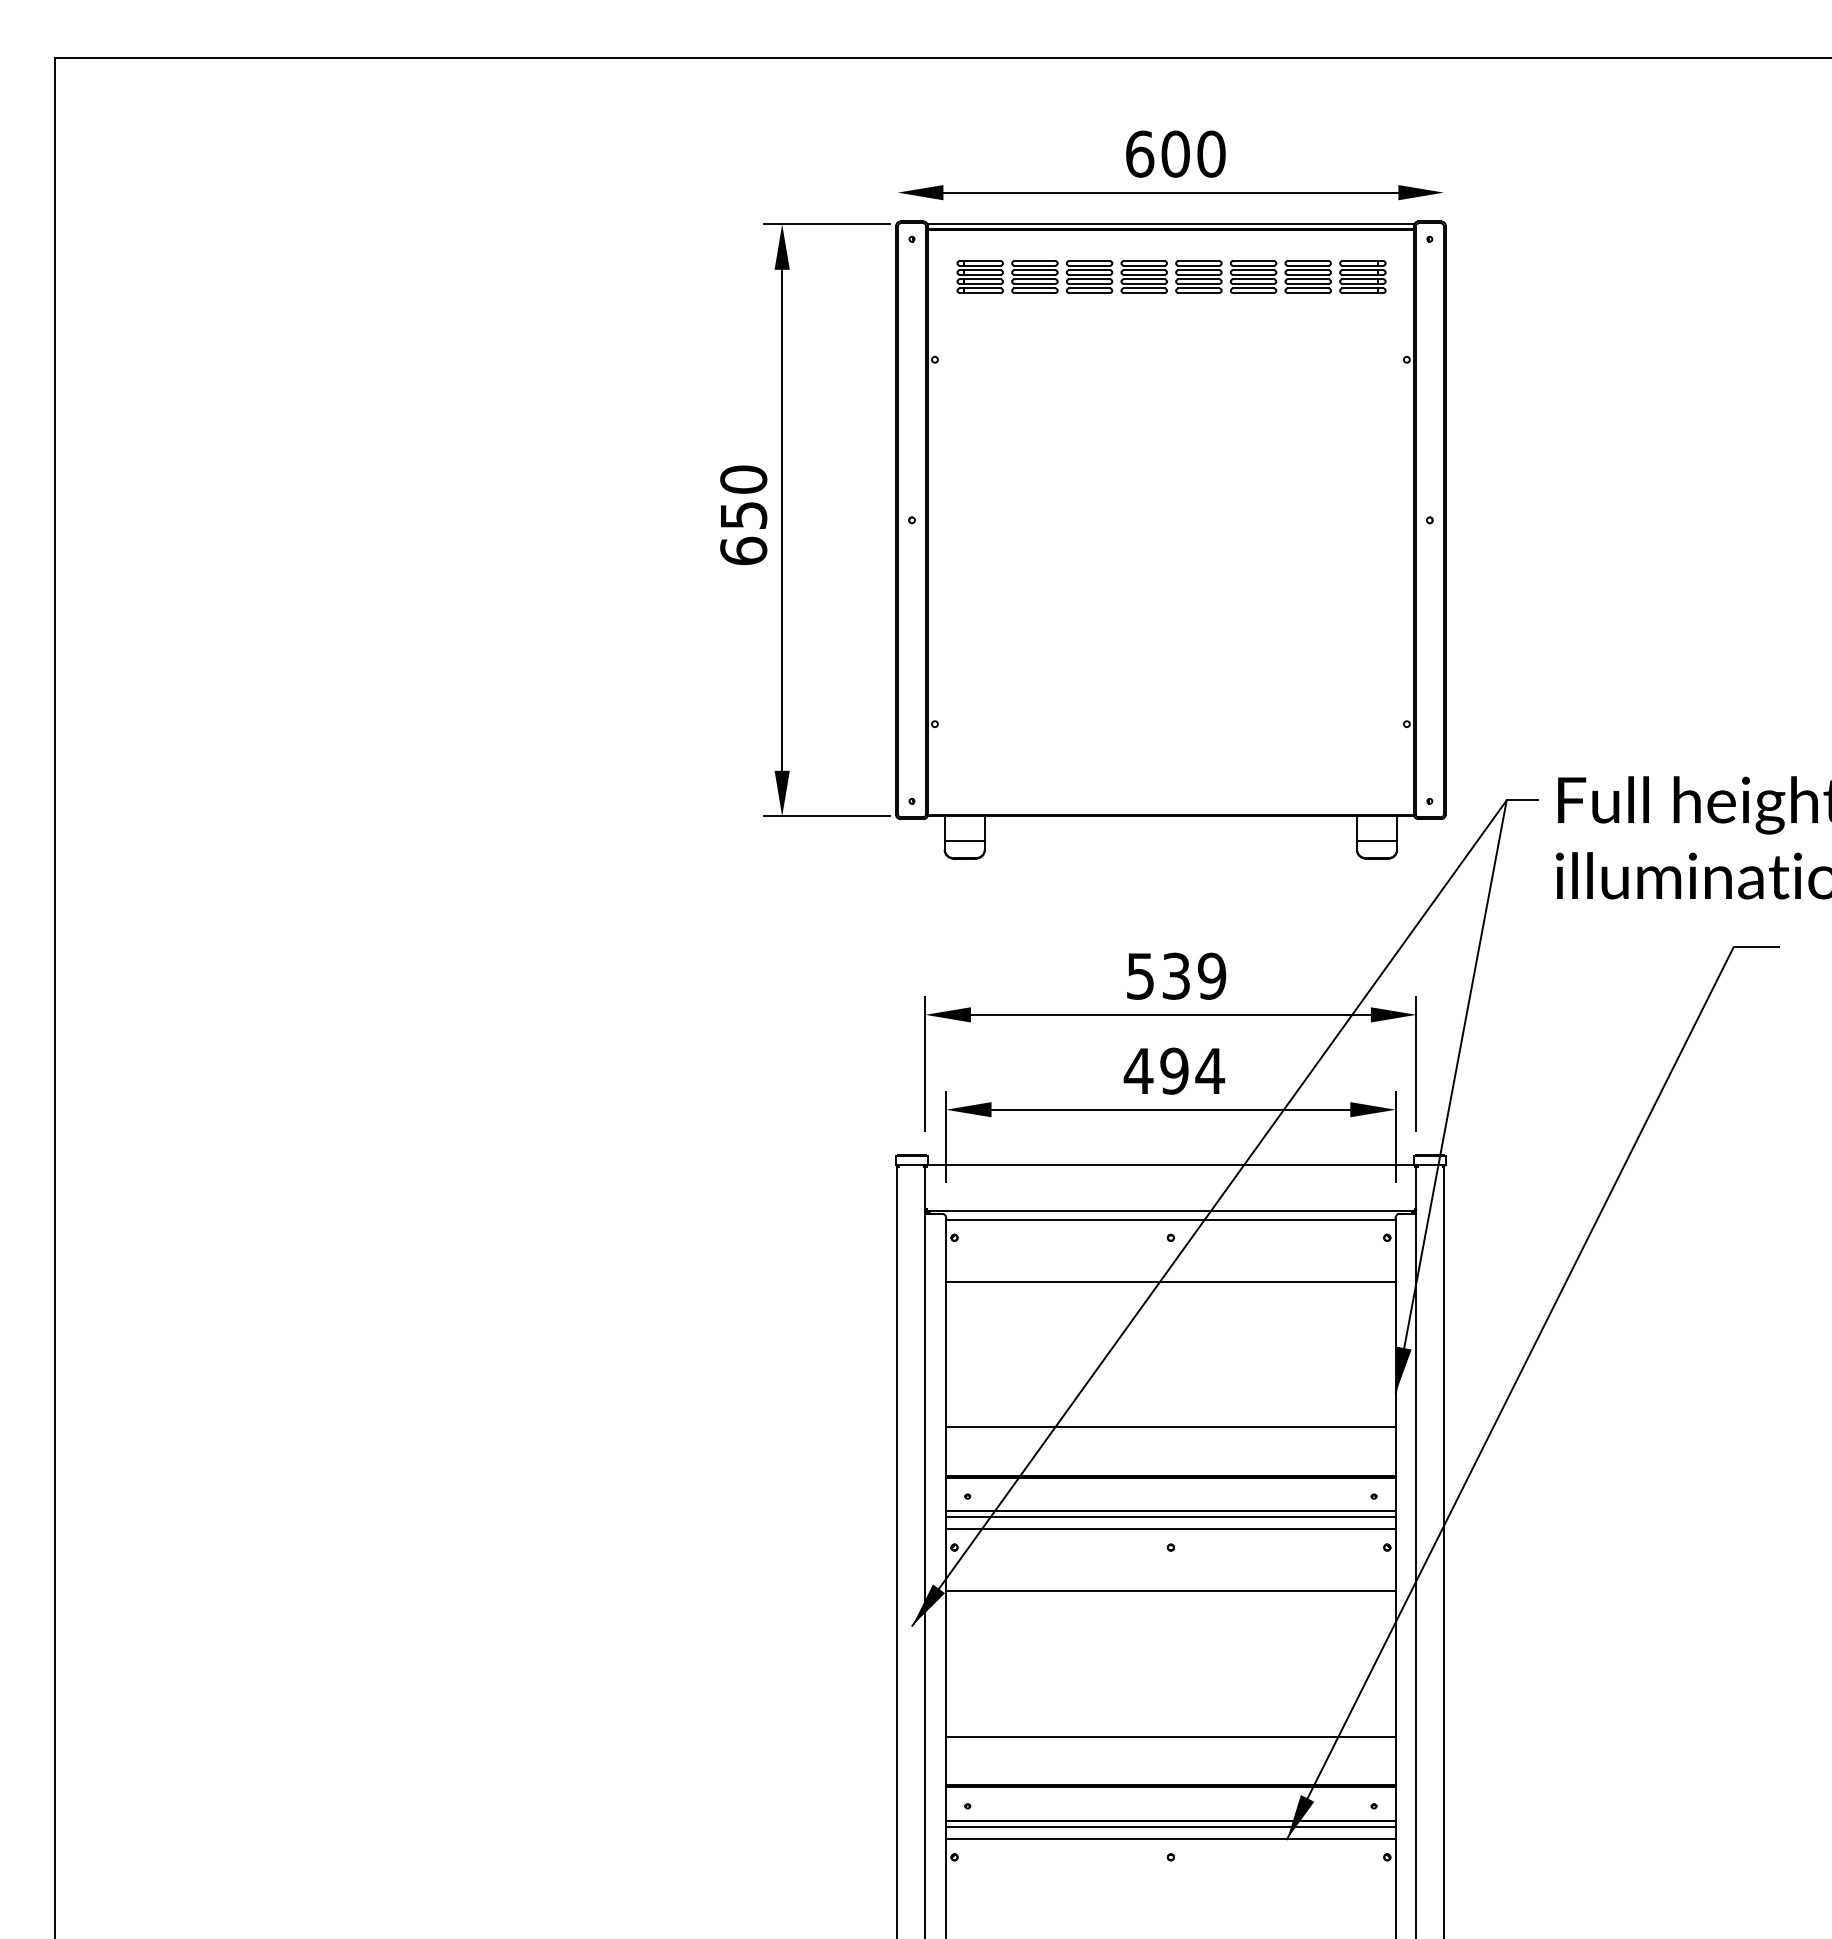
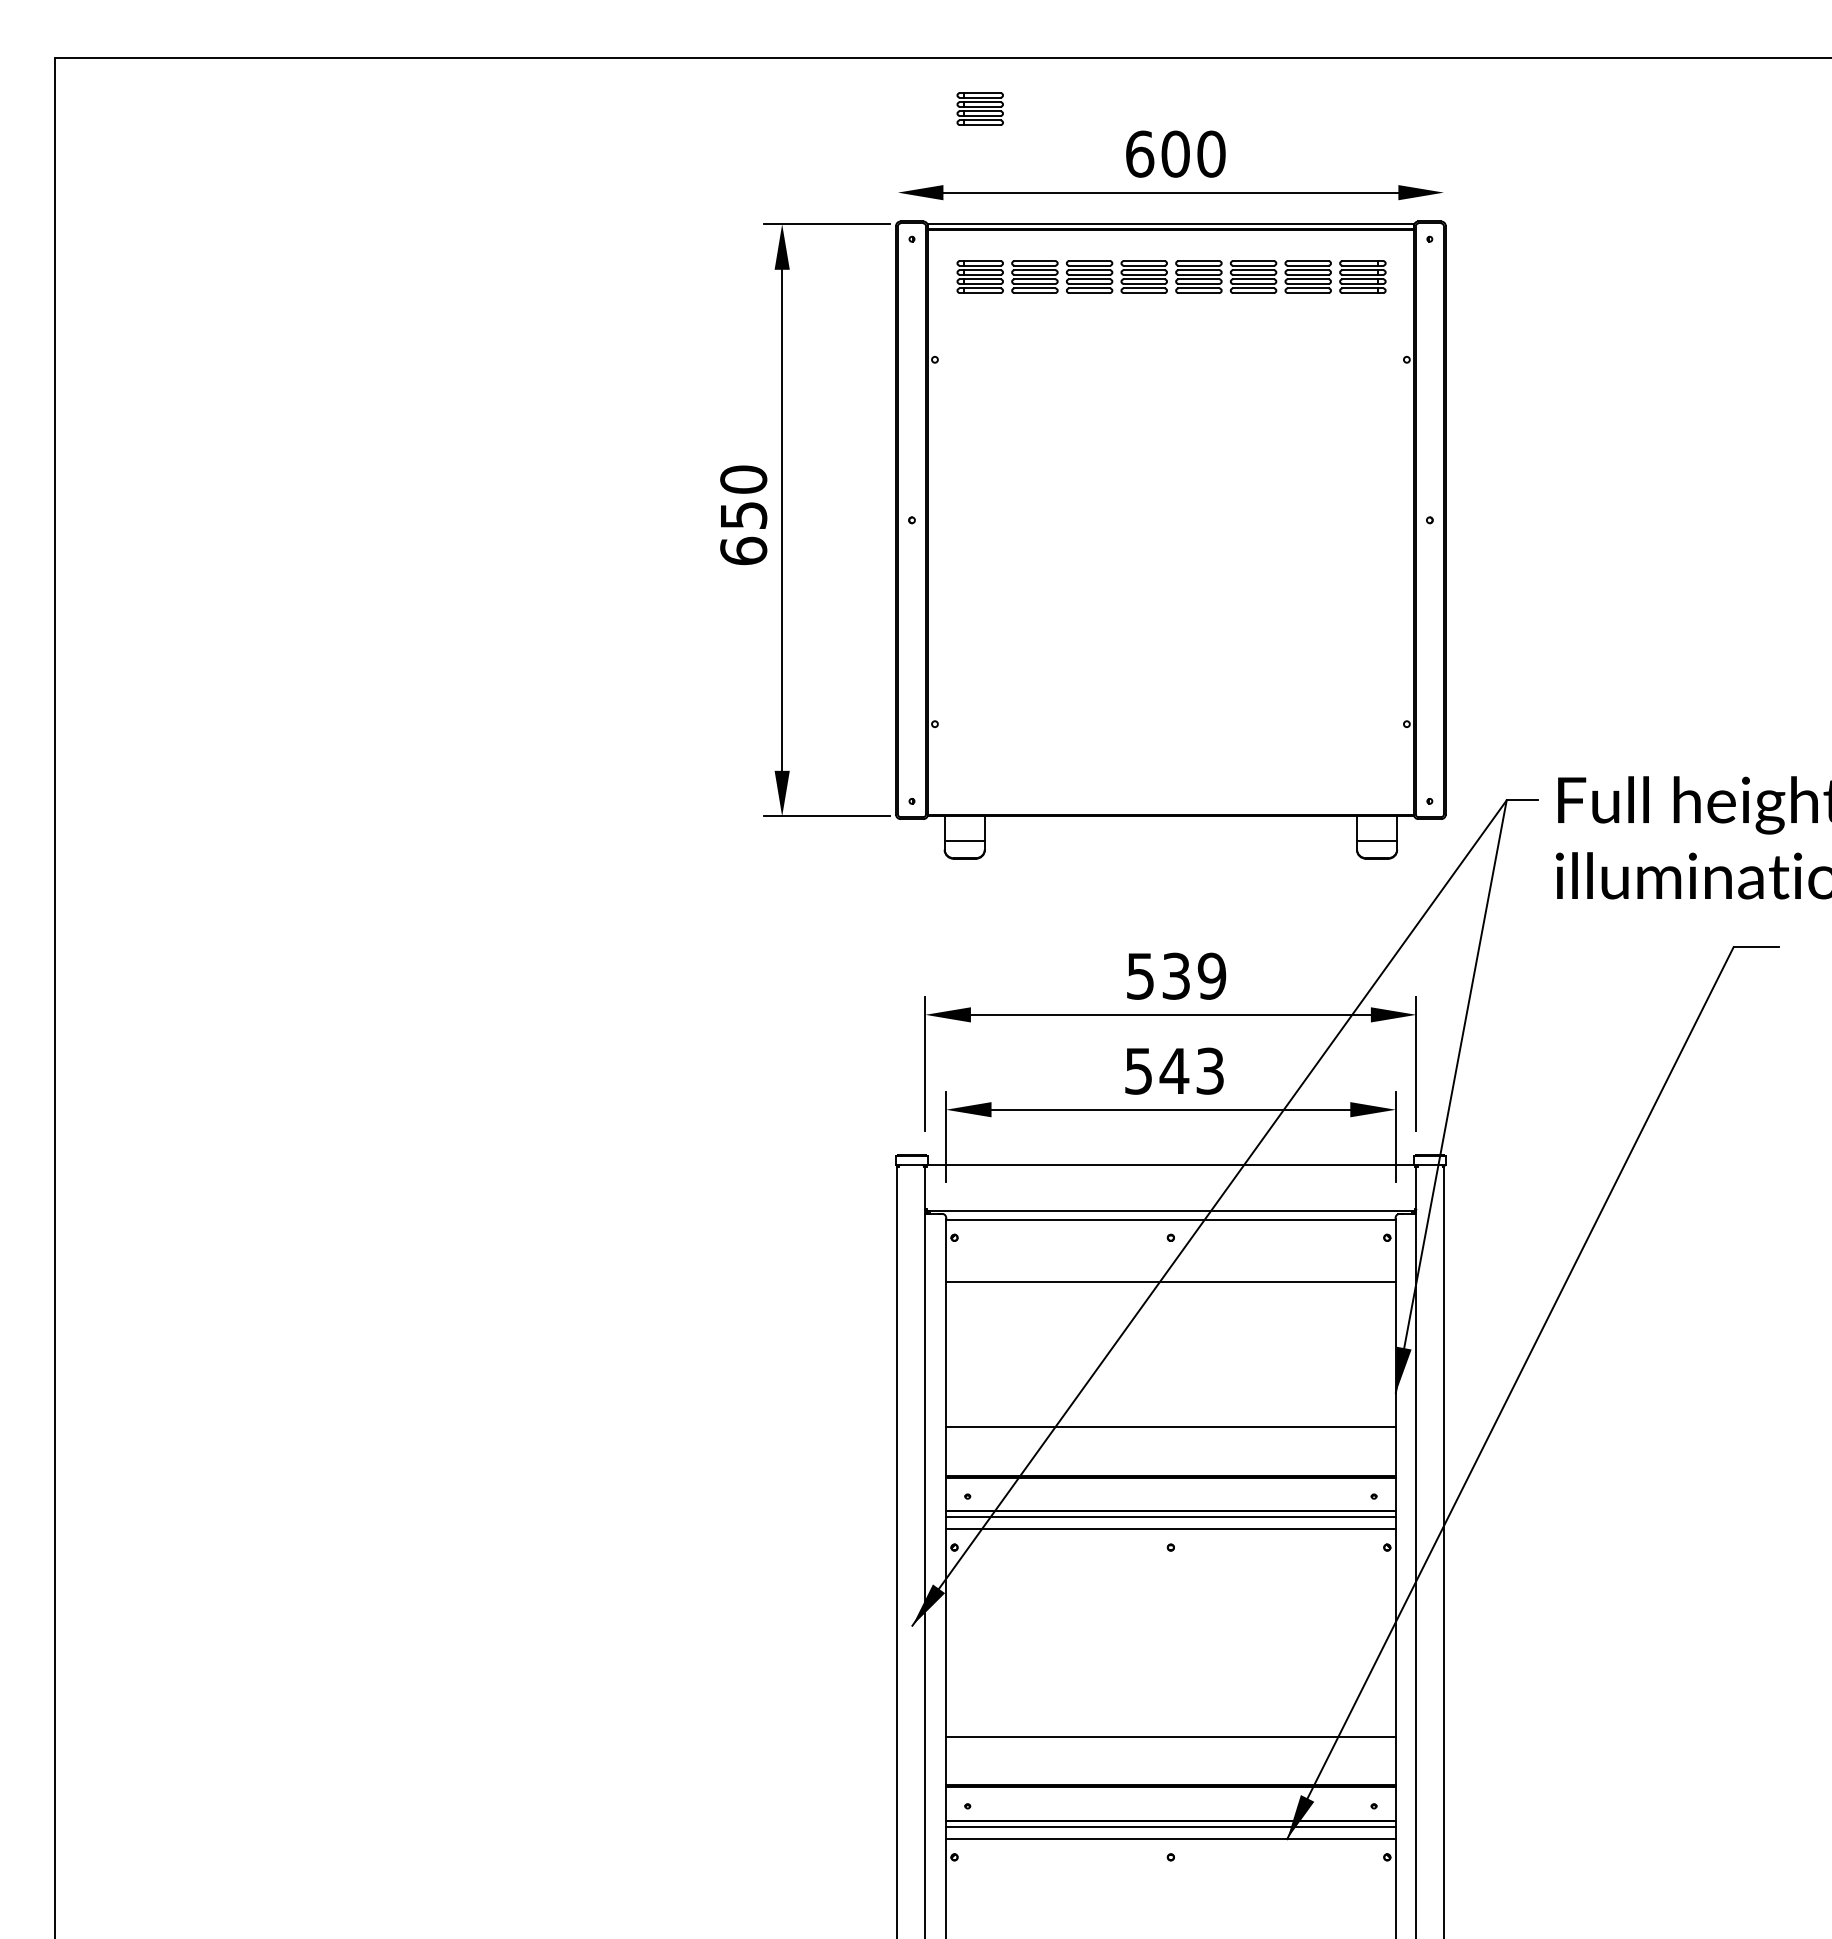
part at (979, 108): none -> present
text at (1174, 1070): 494 -> 543
line at (1170, 1591): present -> none
